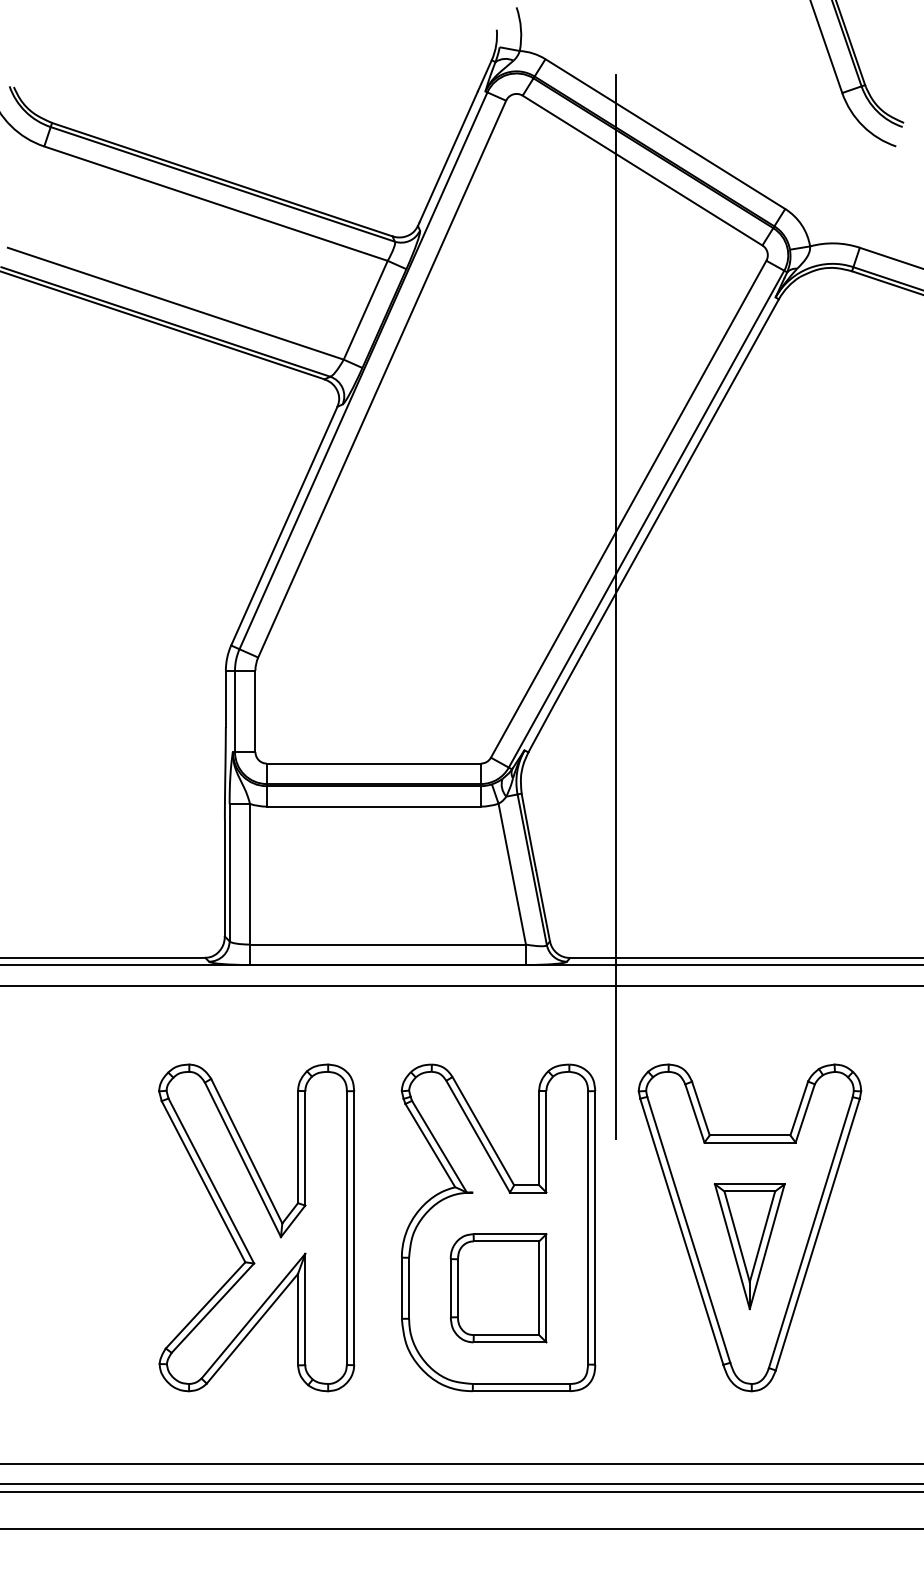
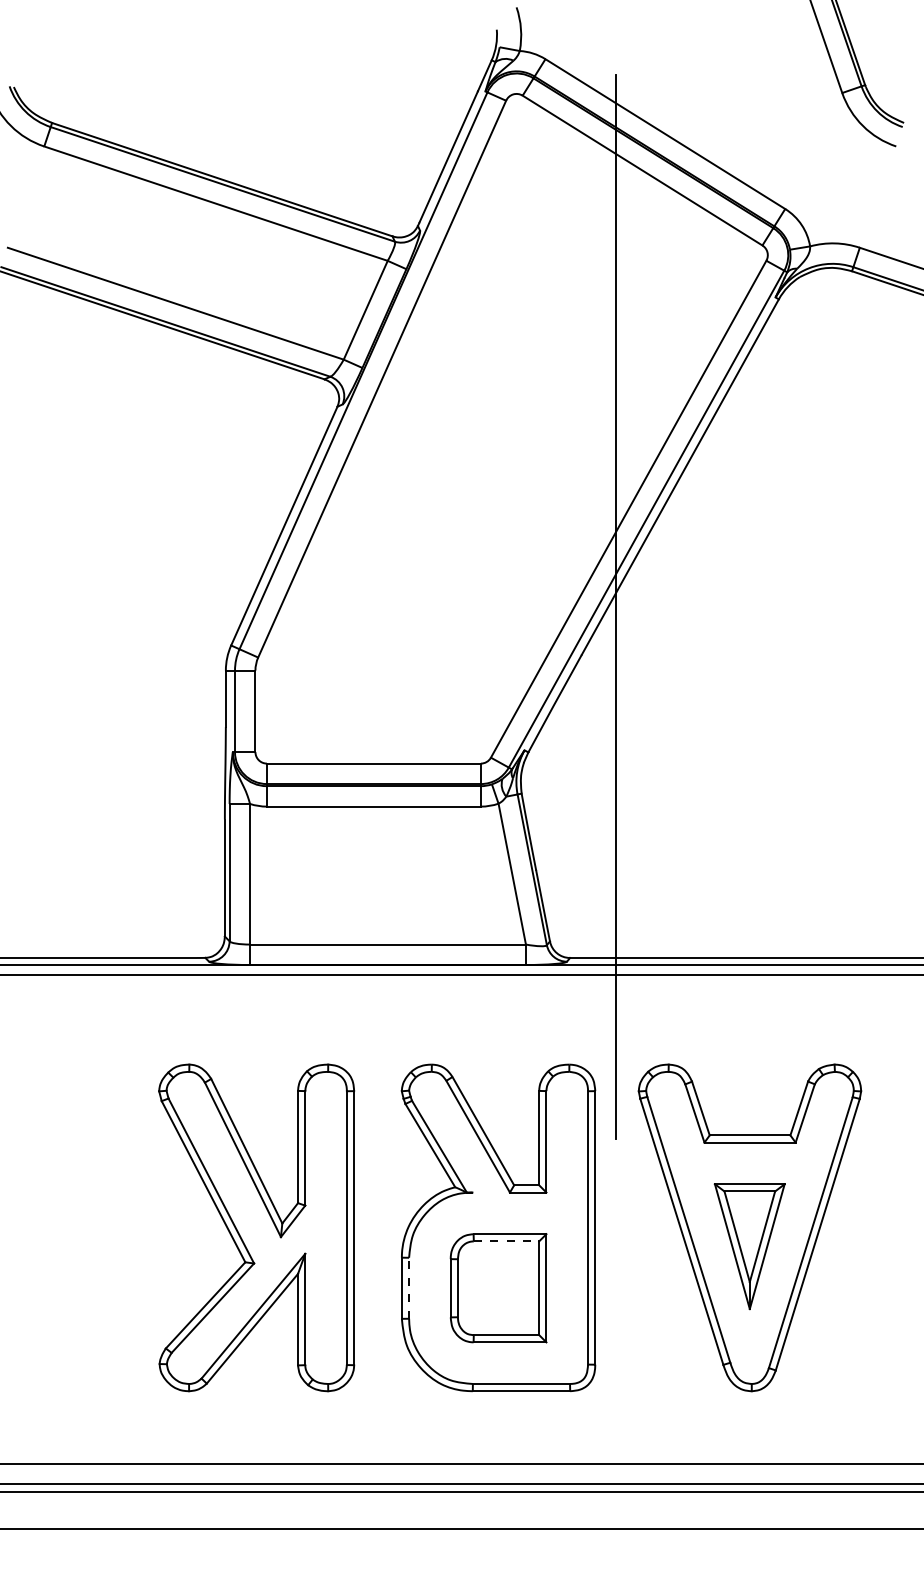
line at (461, 985) position: (461, 985) -> (461, 974)
line at (506, 1241): solid -> dashed
line at (409, 1287): solid -> dashed
